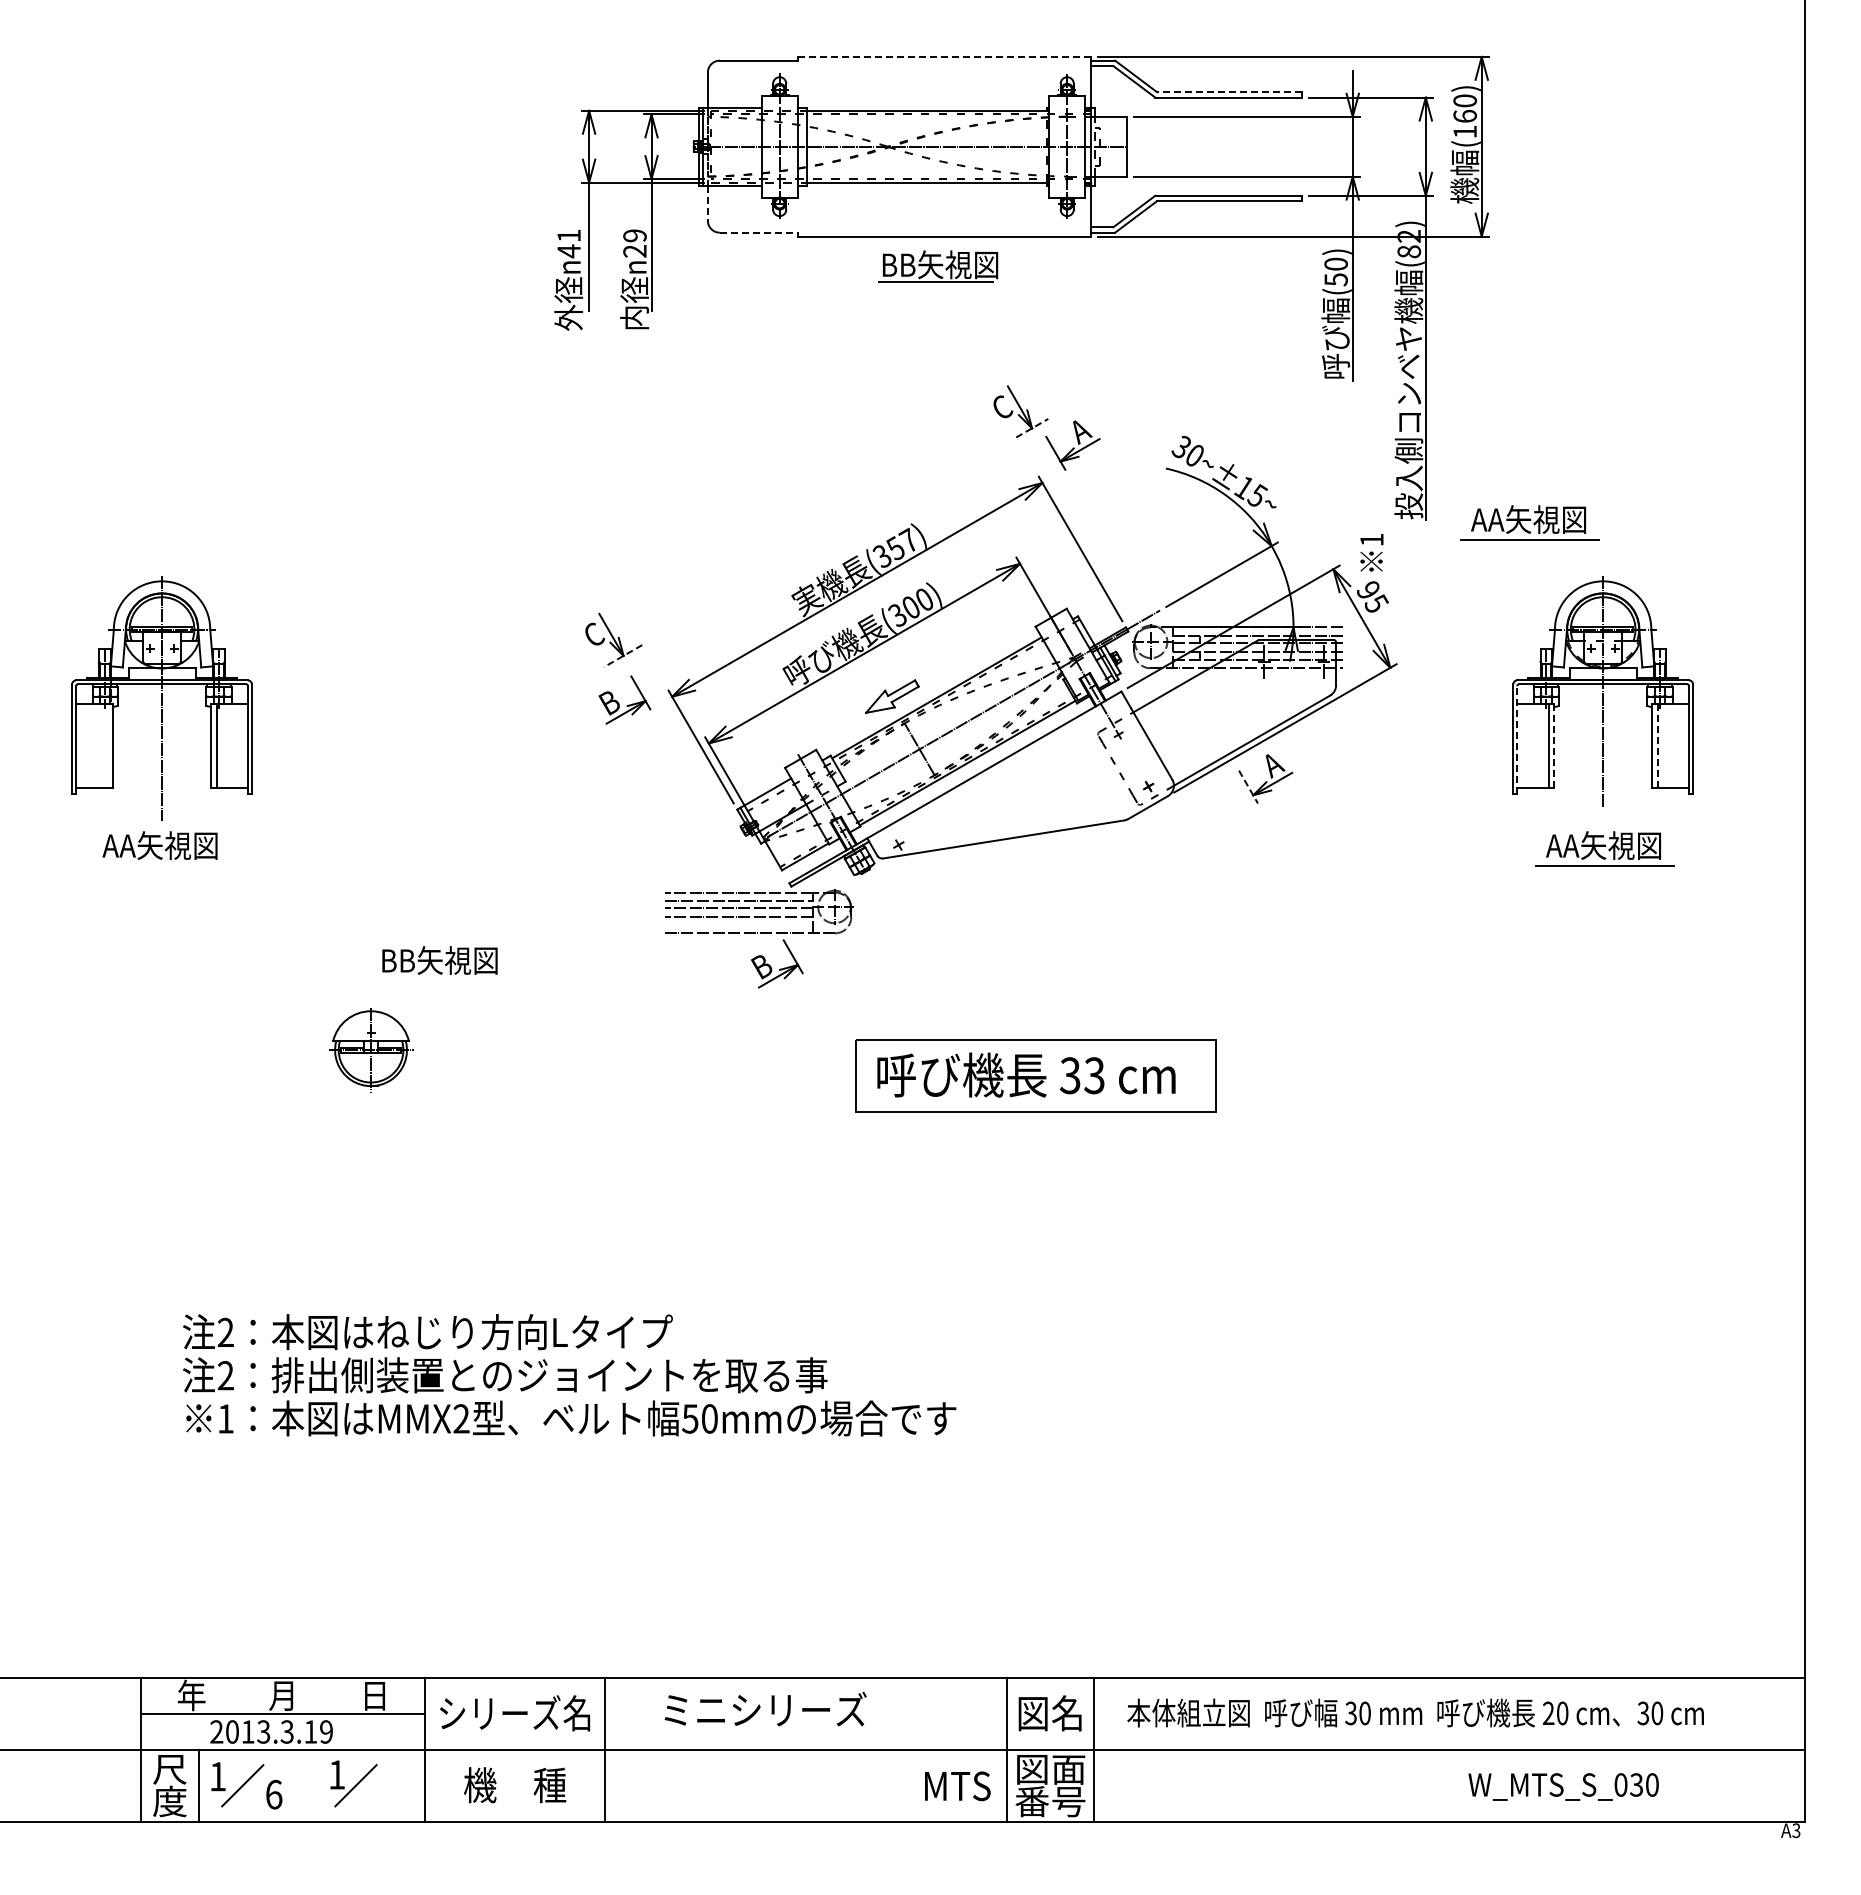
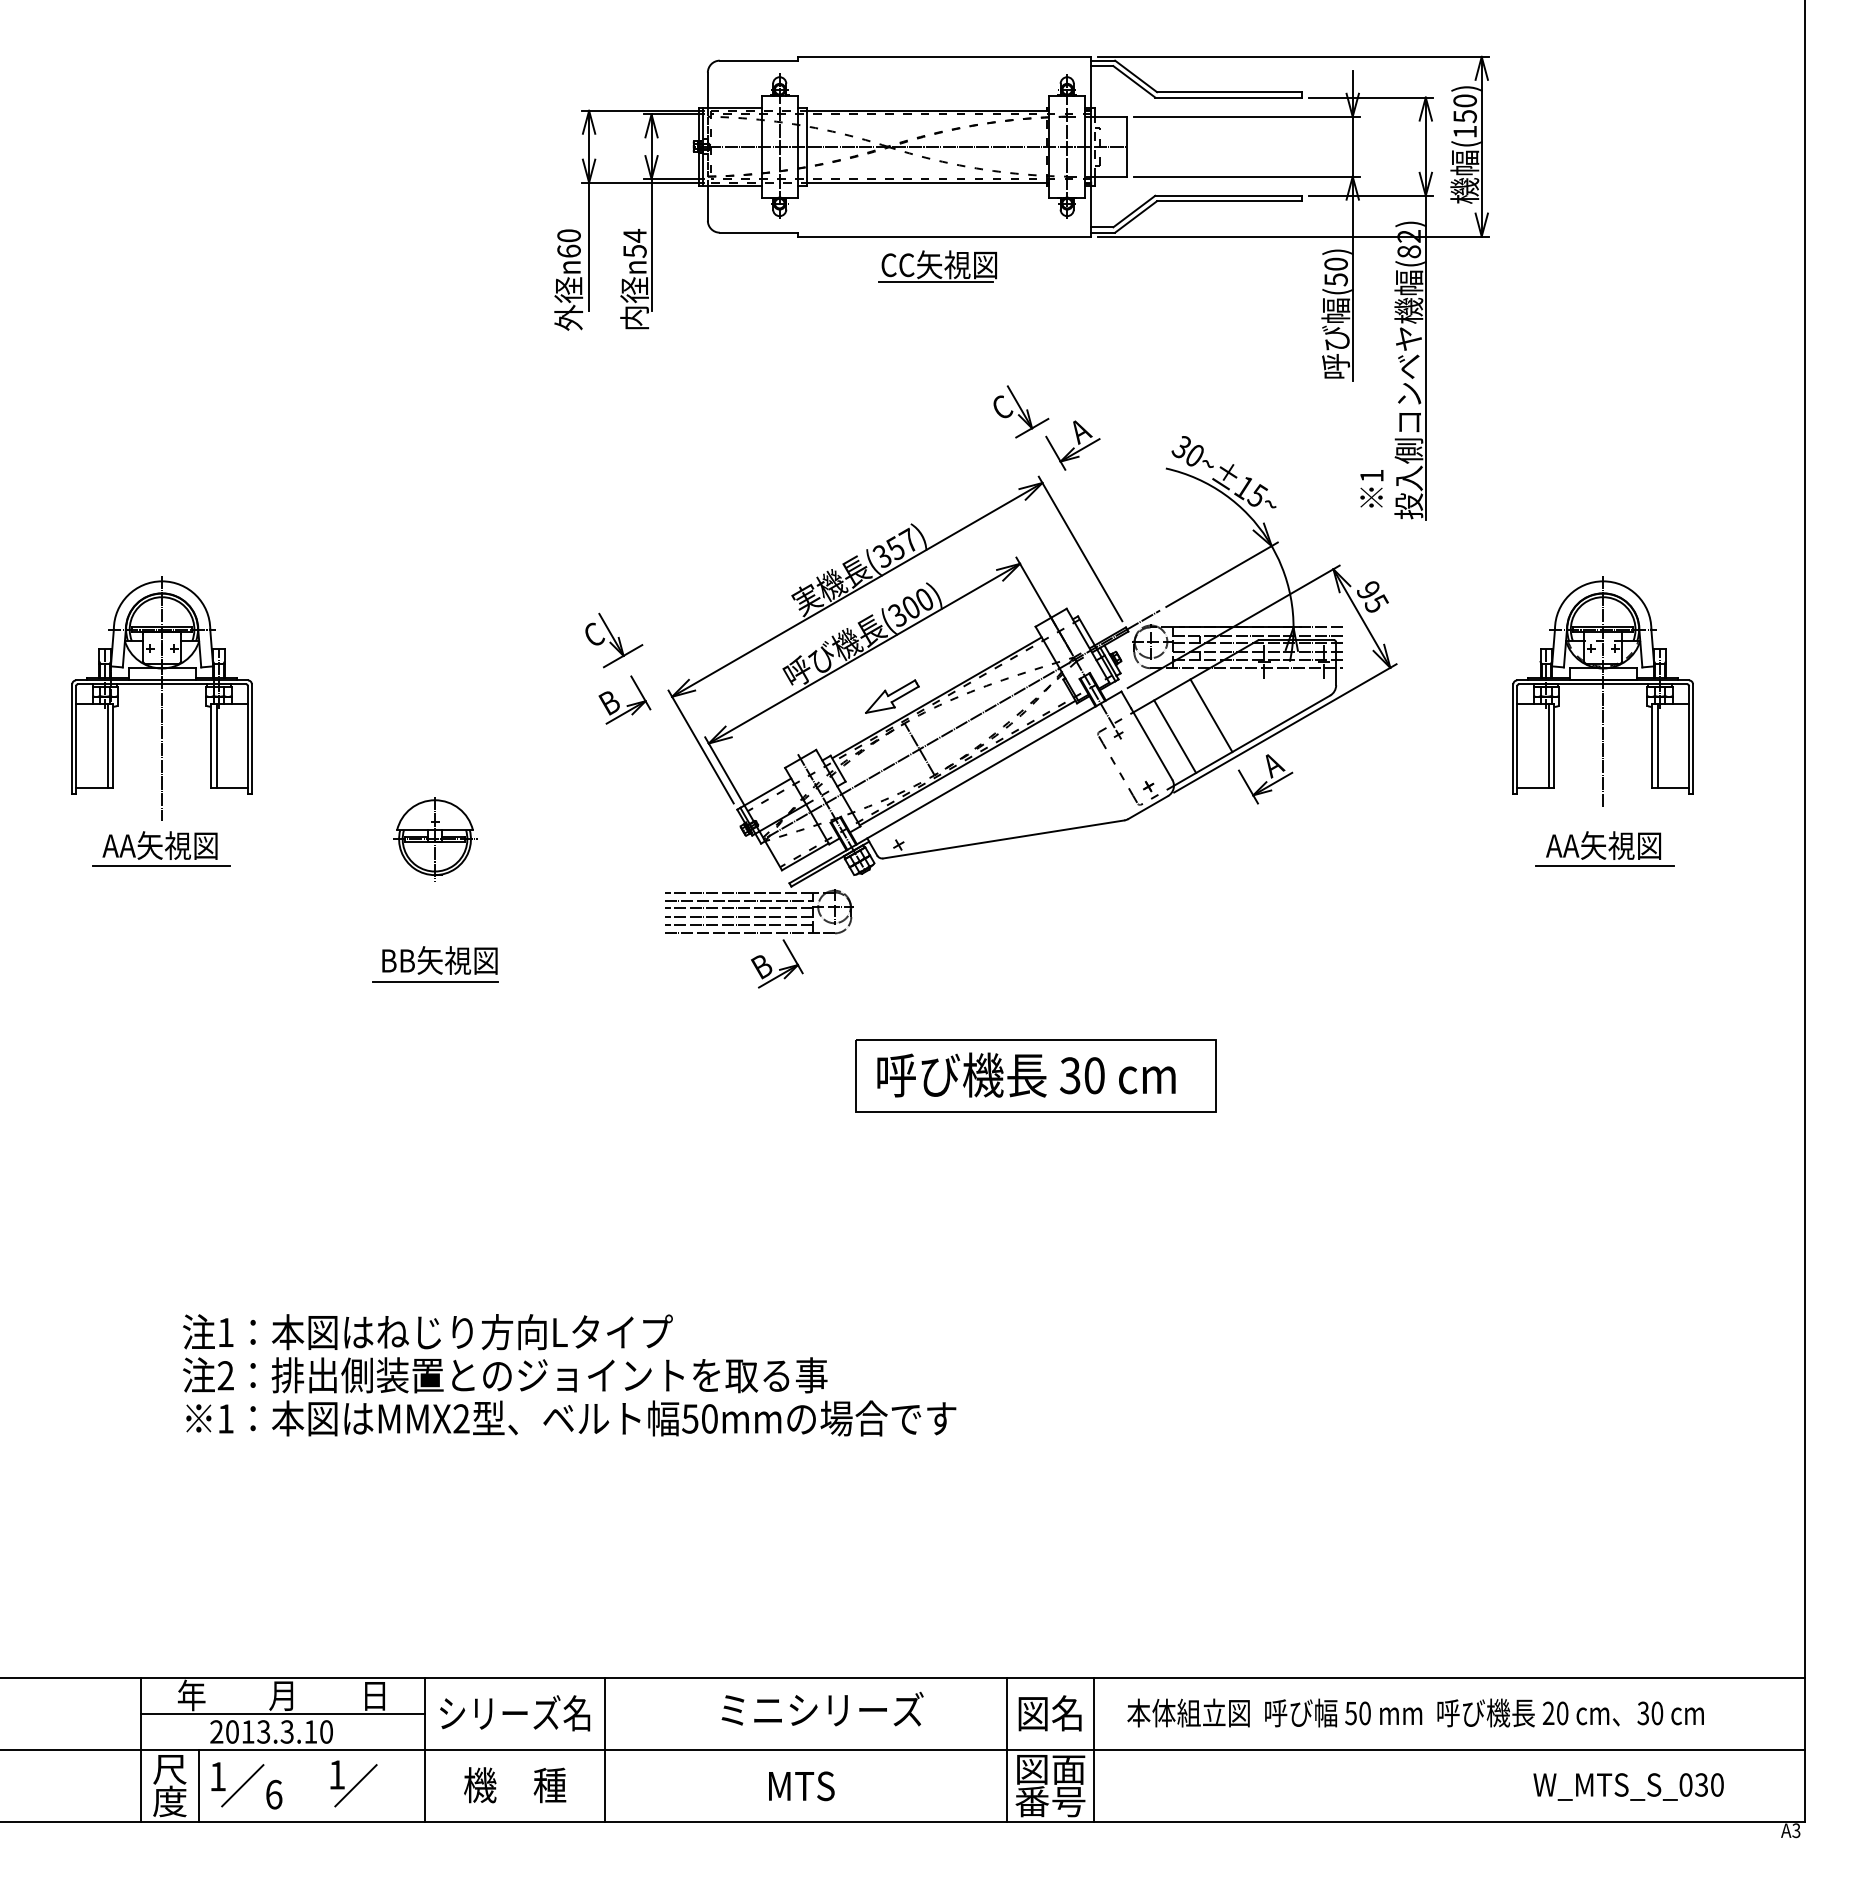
line at (944, 56): dashed -> solid
line at (1229, 92): dashed -> solid
text at (1464, 116): (160) -> (150)
line at (707, 203): dashed -> solid
line at (758, 232): dashed -> solid
text at (634, 242): 29 -> 54
text at (568, 243): 41 -> 60
text at (939, 264): BB矢視図 -> CC矢視図
line at (1032, 428): dashed -> solid
part at (1529, 522): present -> none
text at (1371, 552) position: (1371, 552) -> (1371, 488)
line at (622, 656): dashed -> solid
line at (1211, 715): none -> present
line at (1175, 736): none -> present
line at (1517, 739): dashed -> solid
line at (107, 746): none -> present
line at (1554, 746): dashed -> solid
line at (1657, 746): dashed -> solid
line at (1248, 787): dashed -> solid
line at (161, 865): none -> present
line at (738, 925): none -> present
line at (435, 982): none -> present
part at (371, 1050) position: (371, 1050) -> (435, 839)
text at (1094, 1075): 33 -> 30
text at (225, 1331): 2 -> 1
text at (765, 1708) position: (765, 1708) -> (822, 1708)
text at (1350, 1712): 30 -> 50
text at (326, 1731): 2013.3.19 -> 2013.3.10
text at (957, 1786) position: (957, 1786) -> (801, 1786)
text at (1563, 1786) position: (1563, 1786) -> (1628, 1786)
